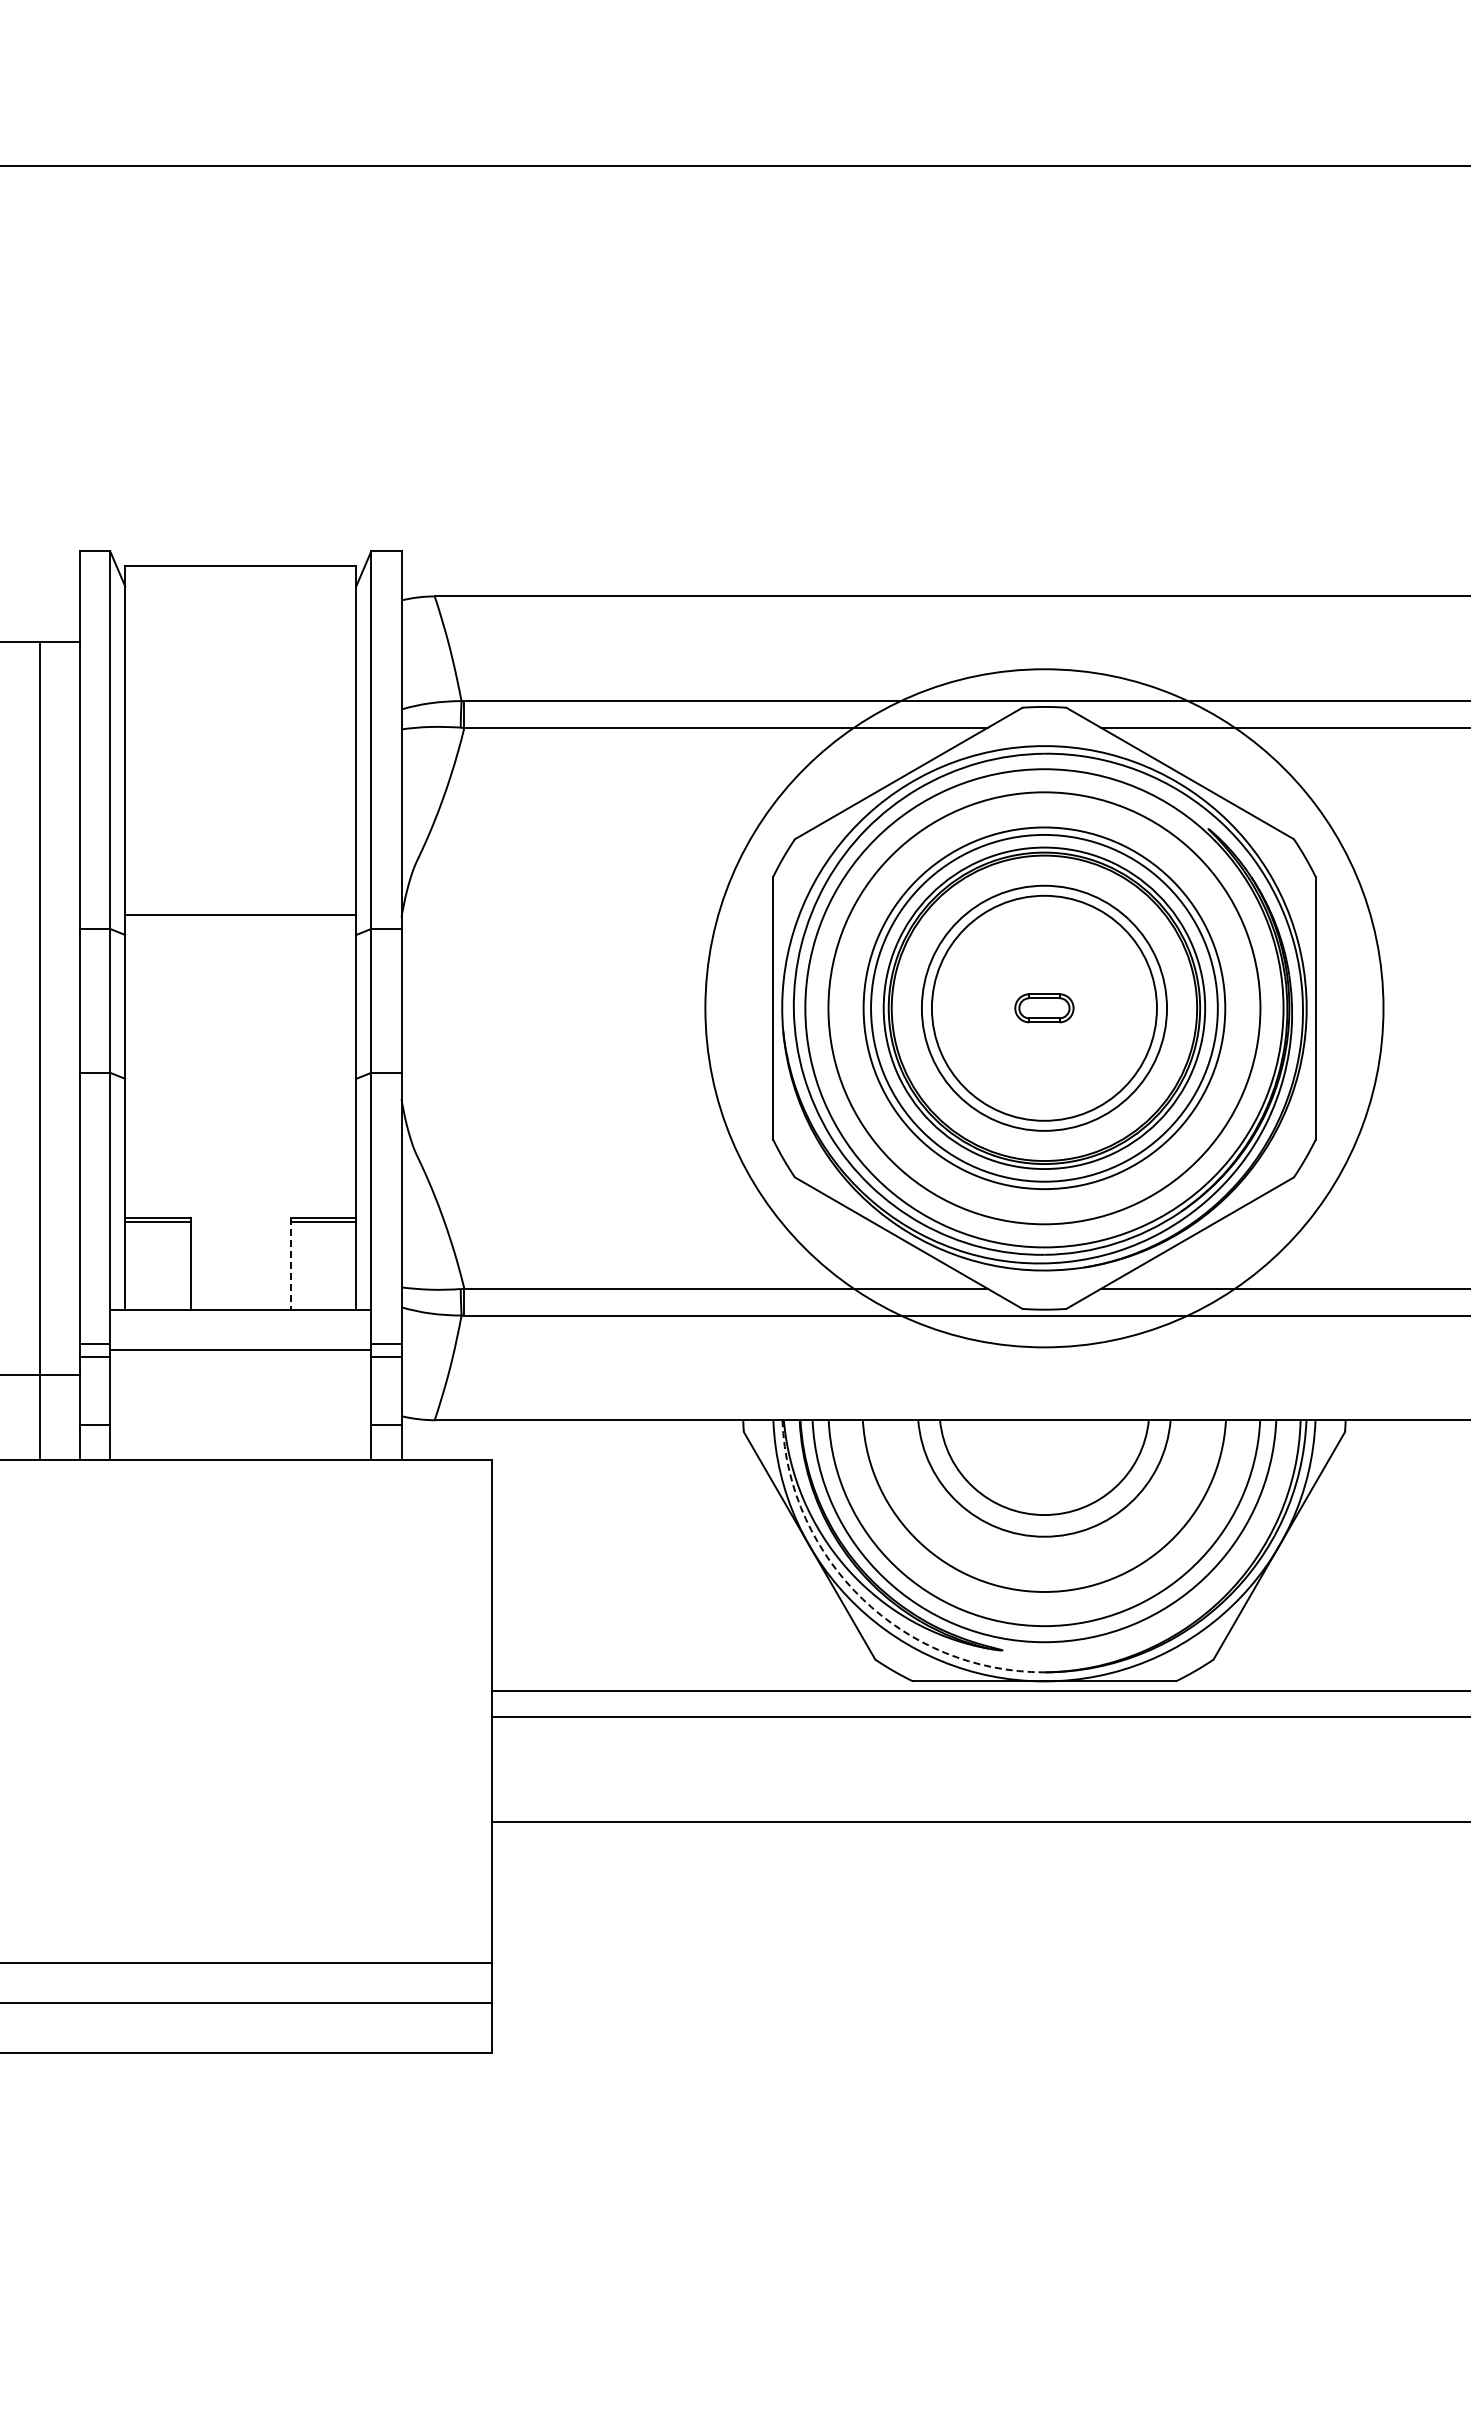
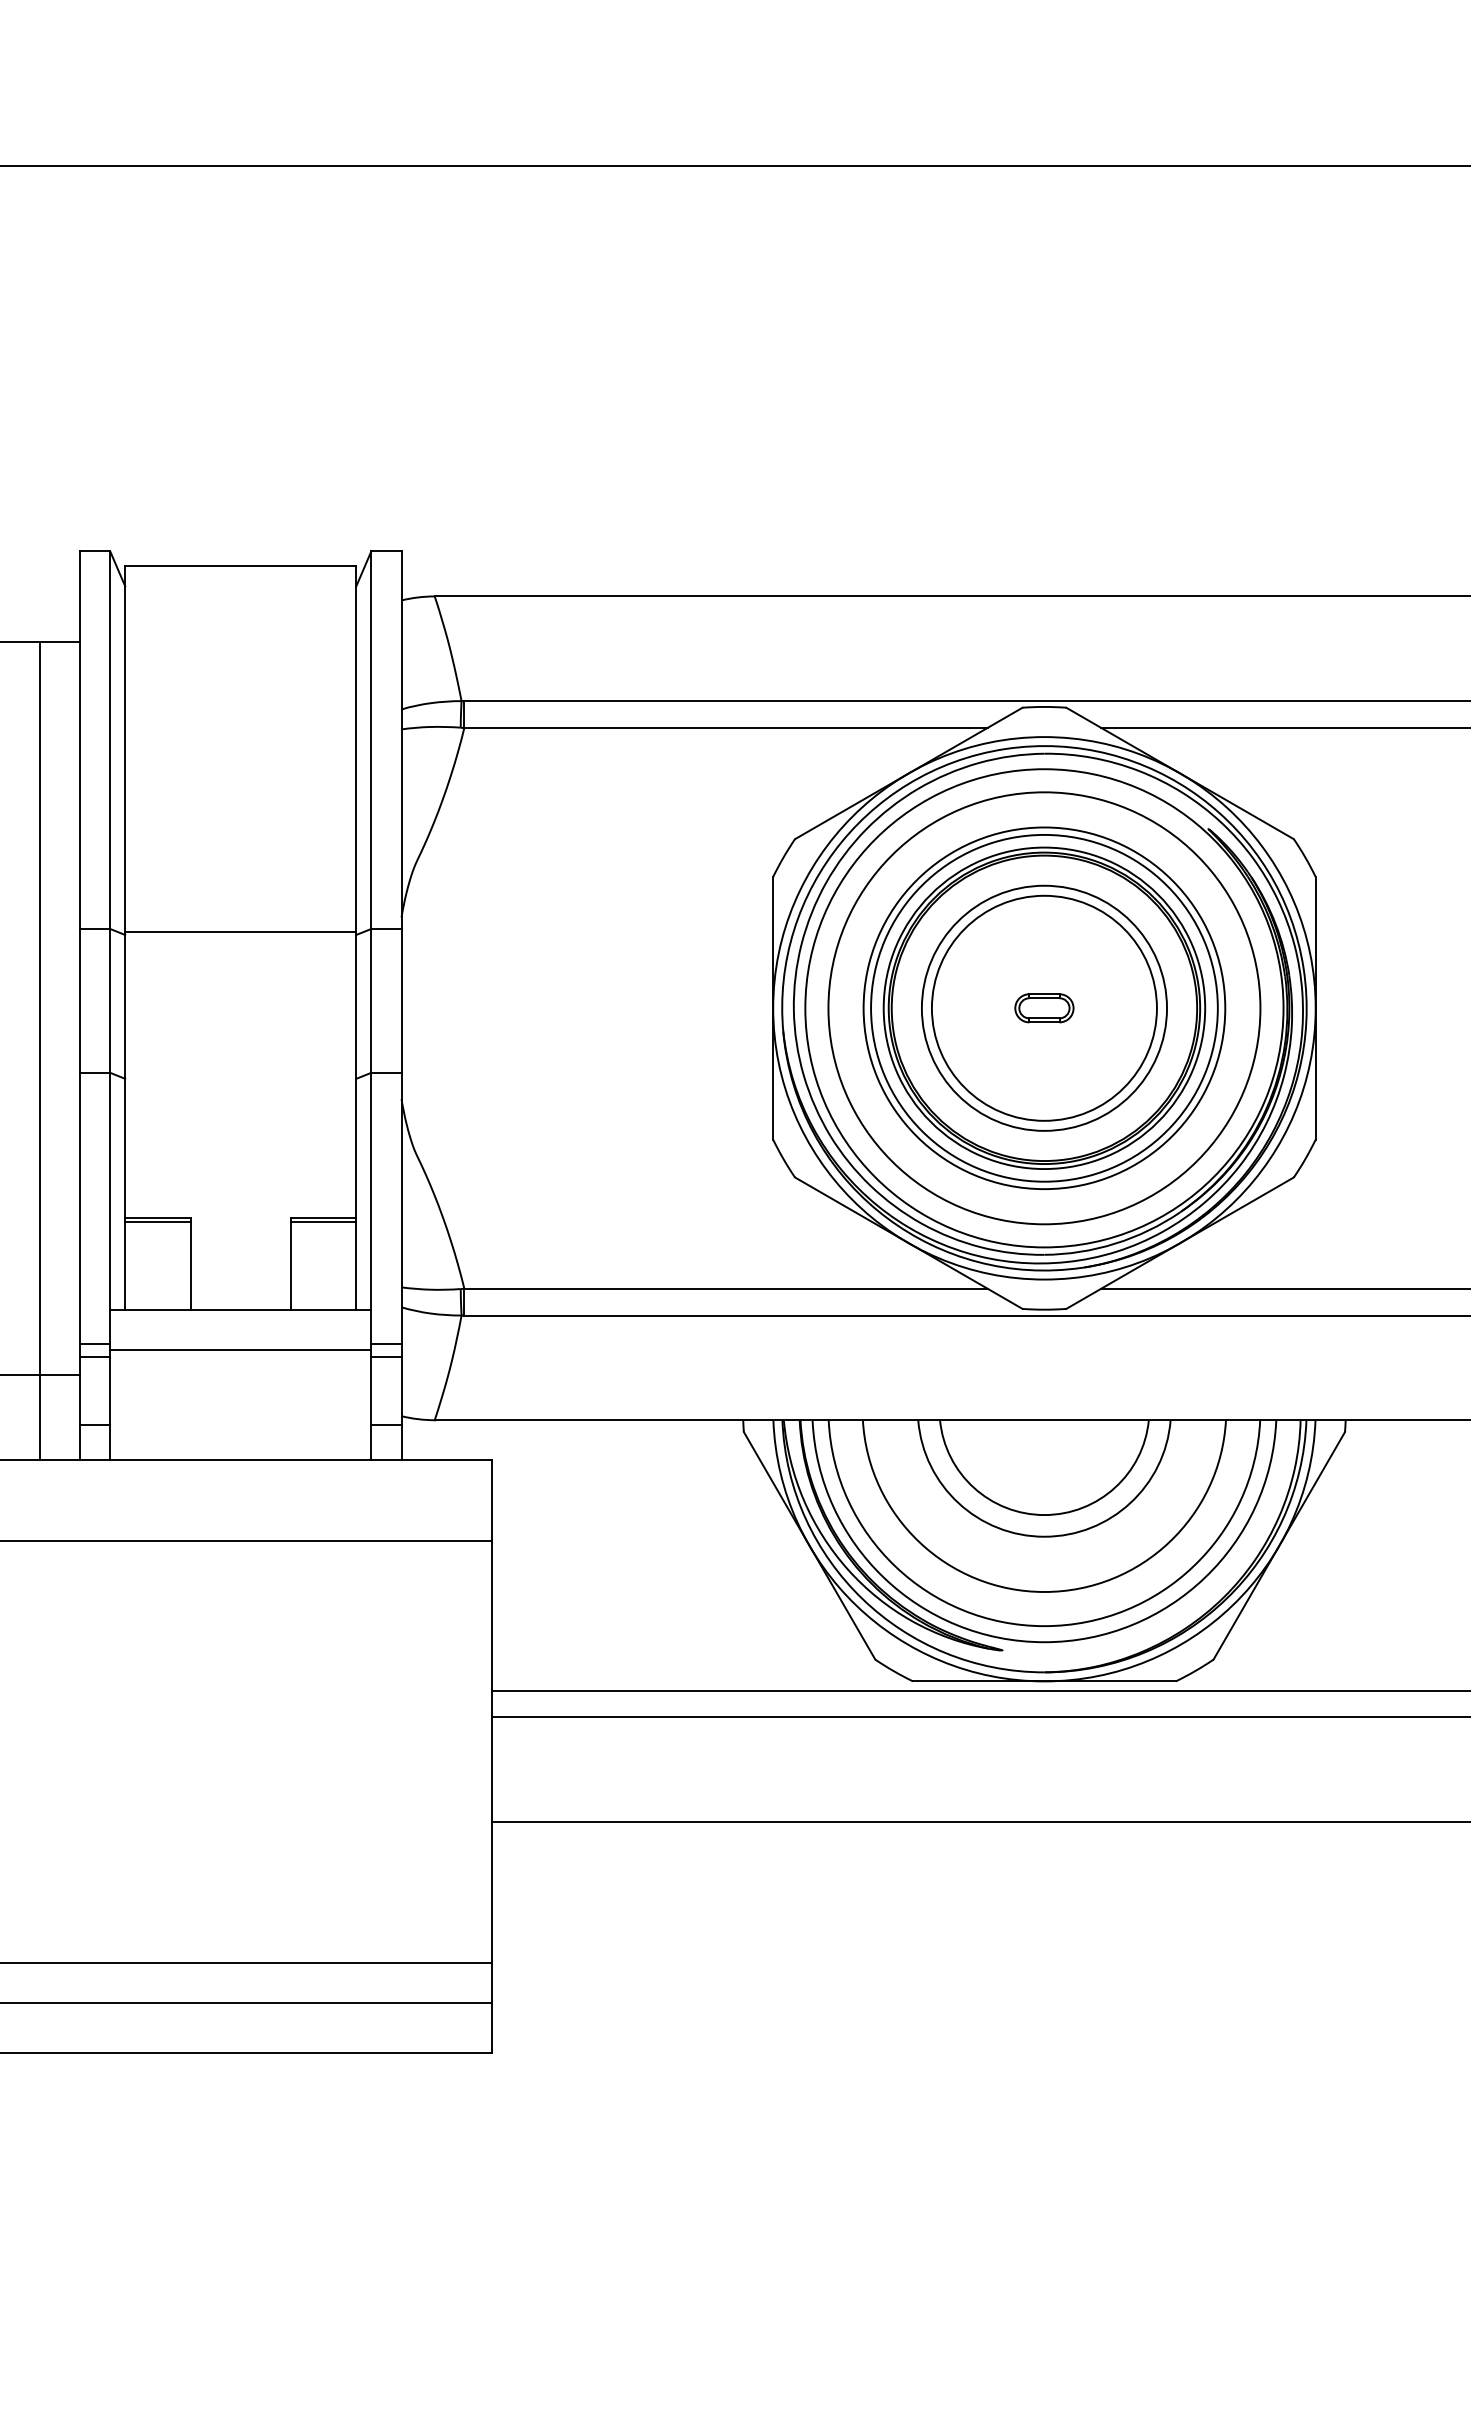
line at (240, 914) position: (240, 914) -> (240, 931)
circle at (1044, 1008) diameter: 678 px -> 542 px
line at (290, 1263): dashed -> solid
line at (246, 1540): none -> present
arc at (862, 1599): dashed -> solid
